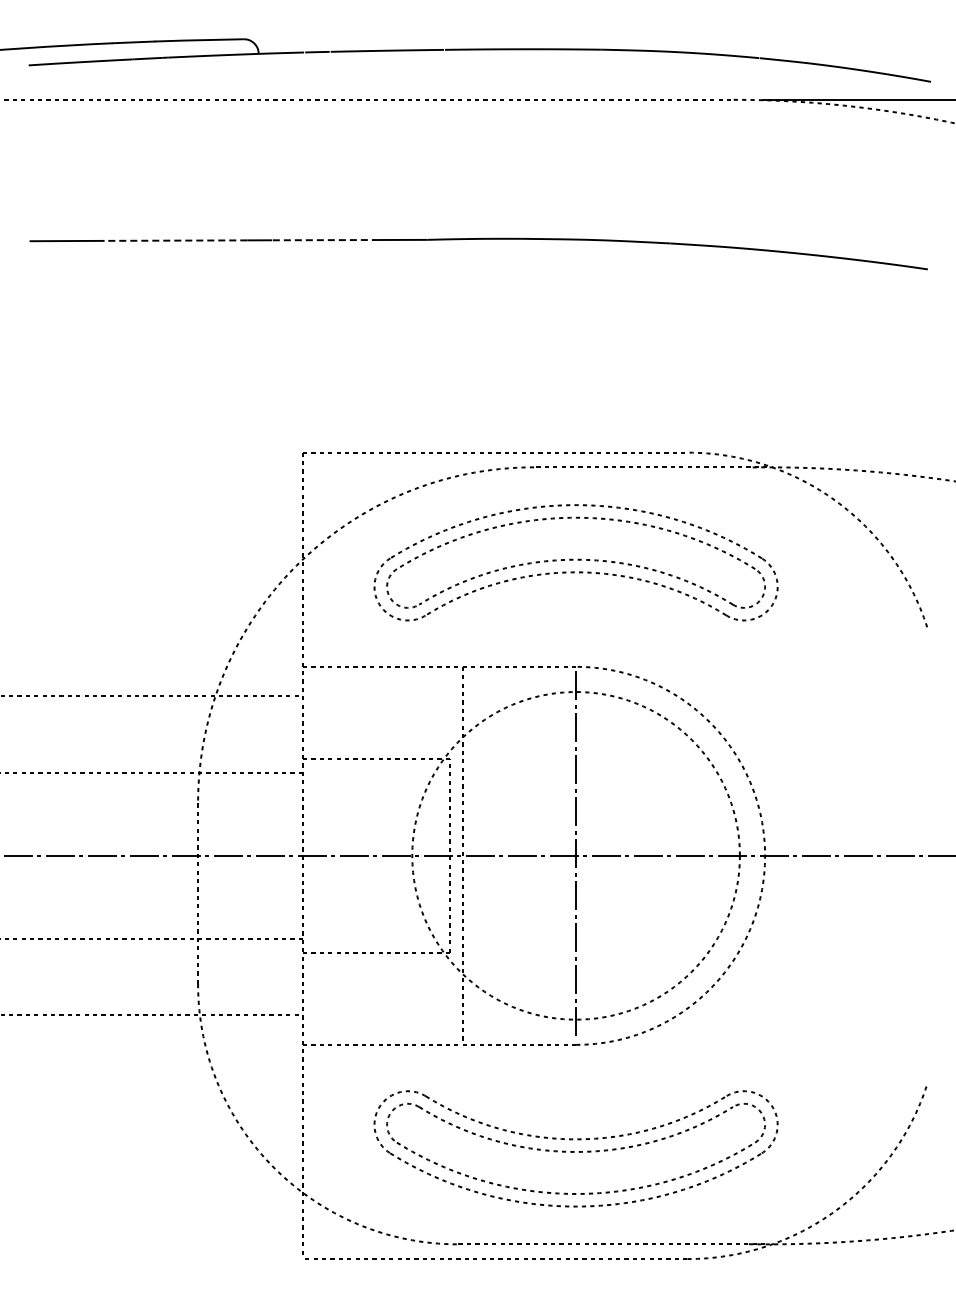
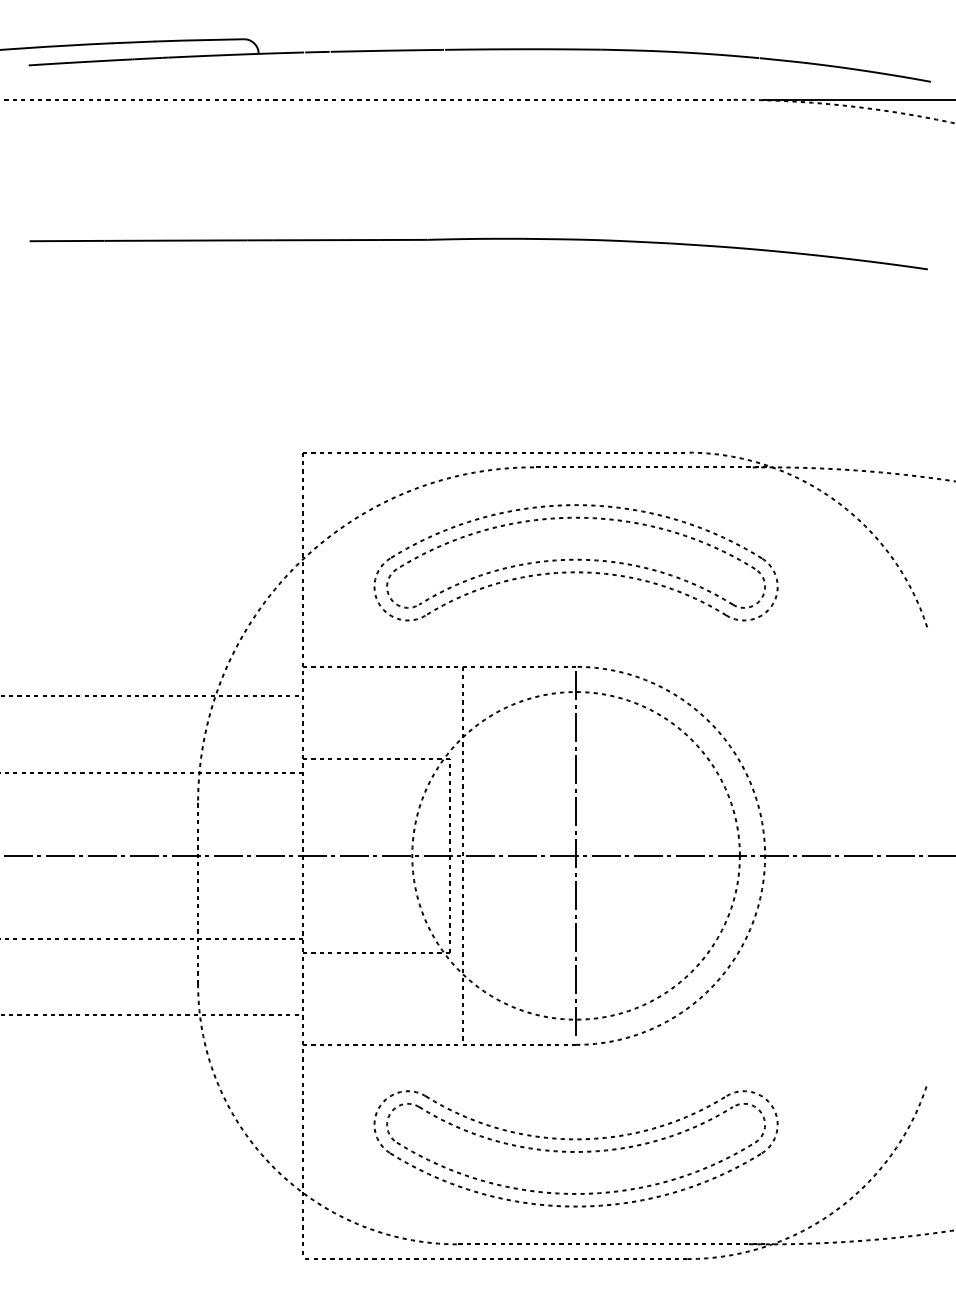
line at (175, 240): dashed -> solid
line at (324, 240): dashed -> solid
